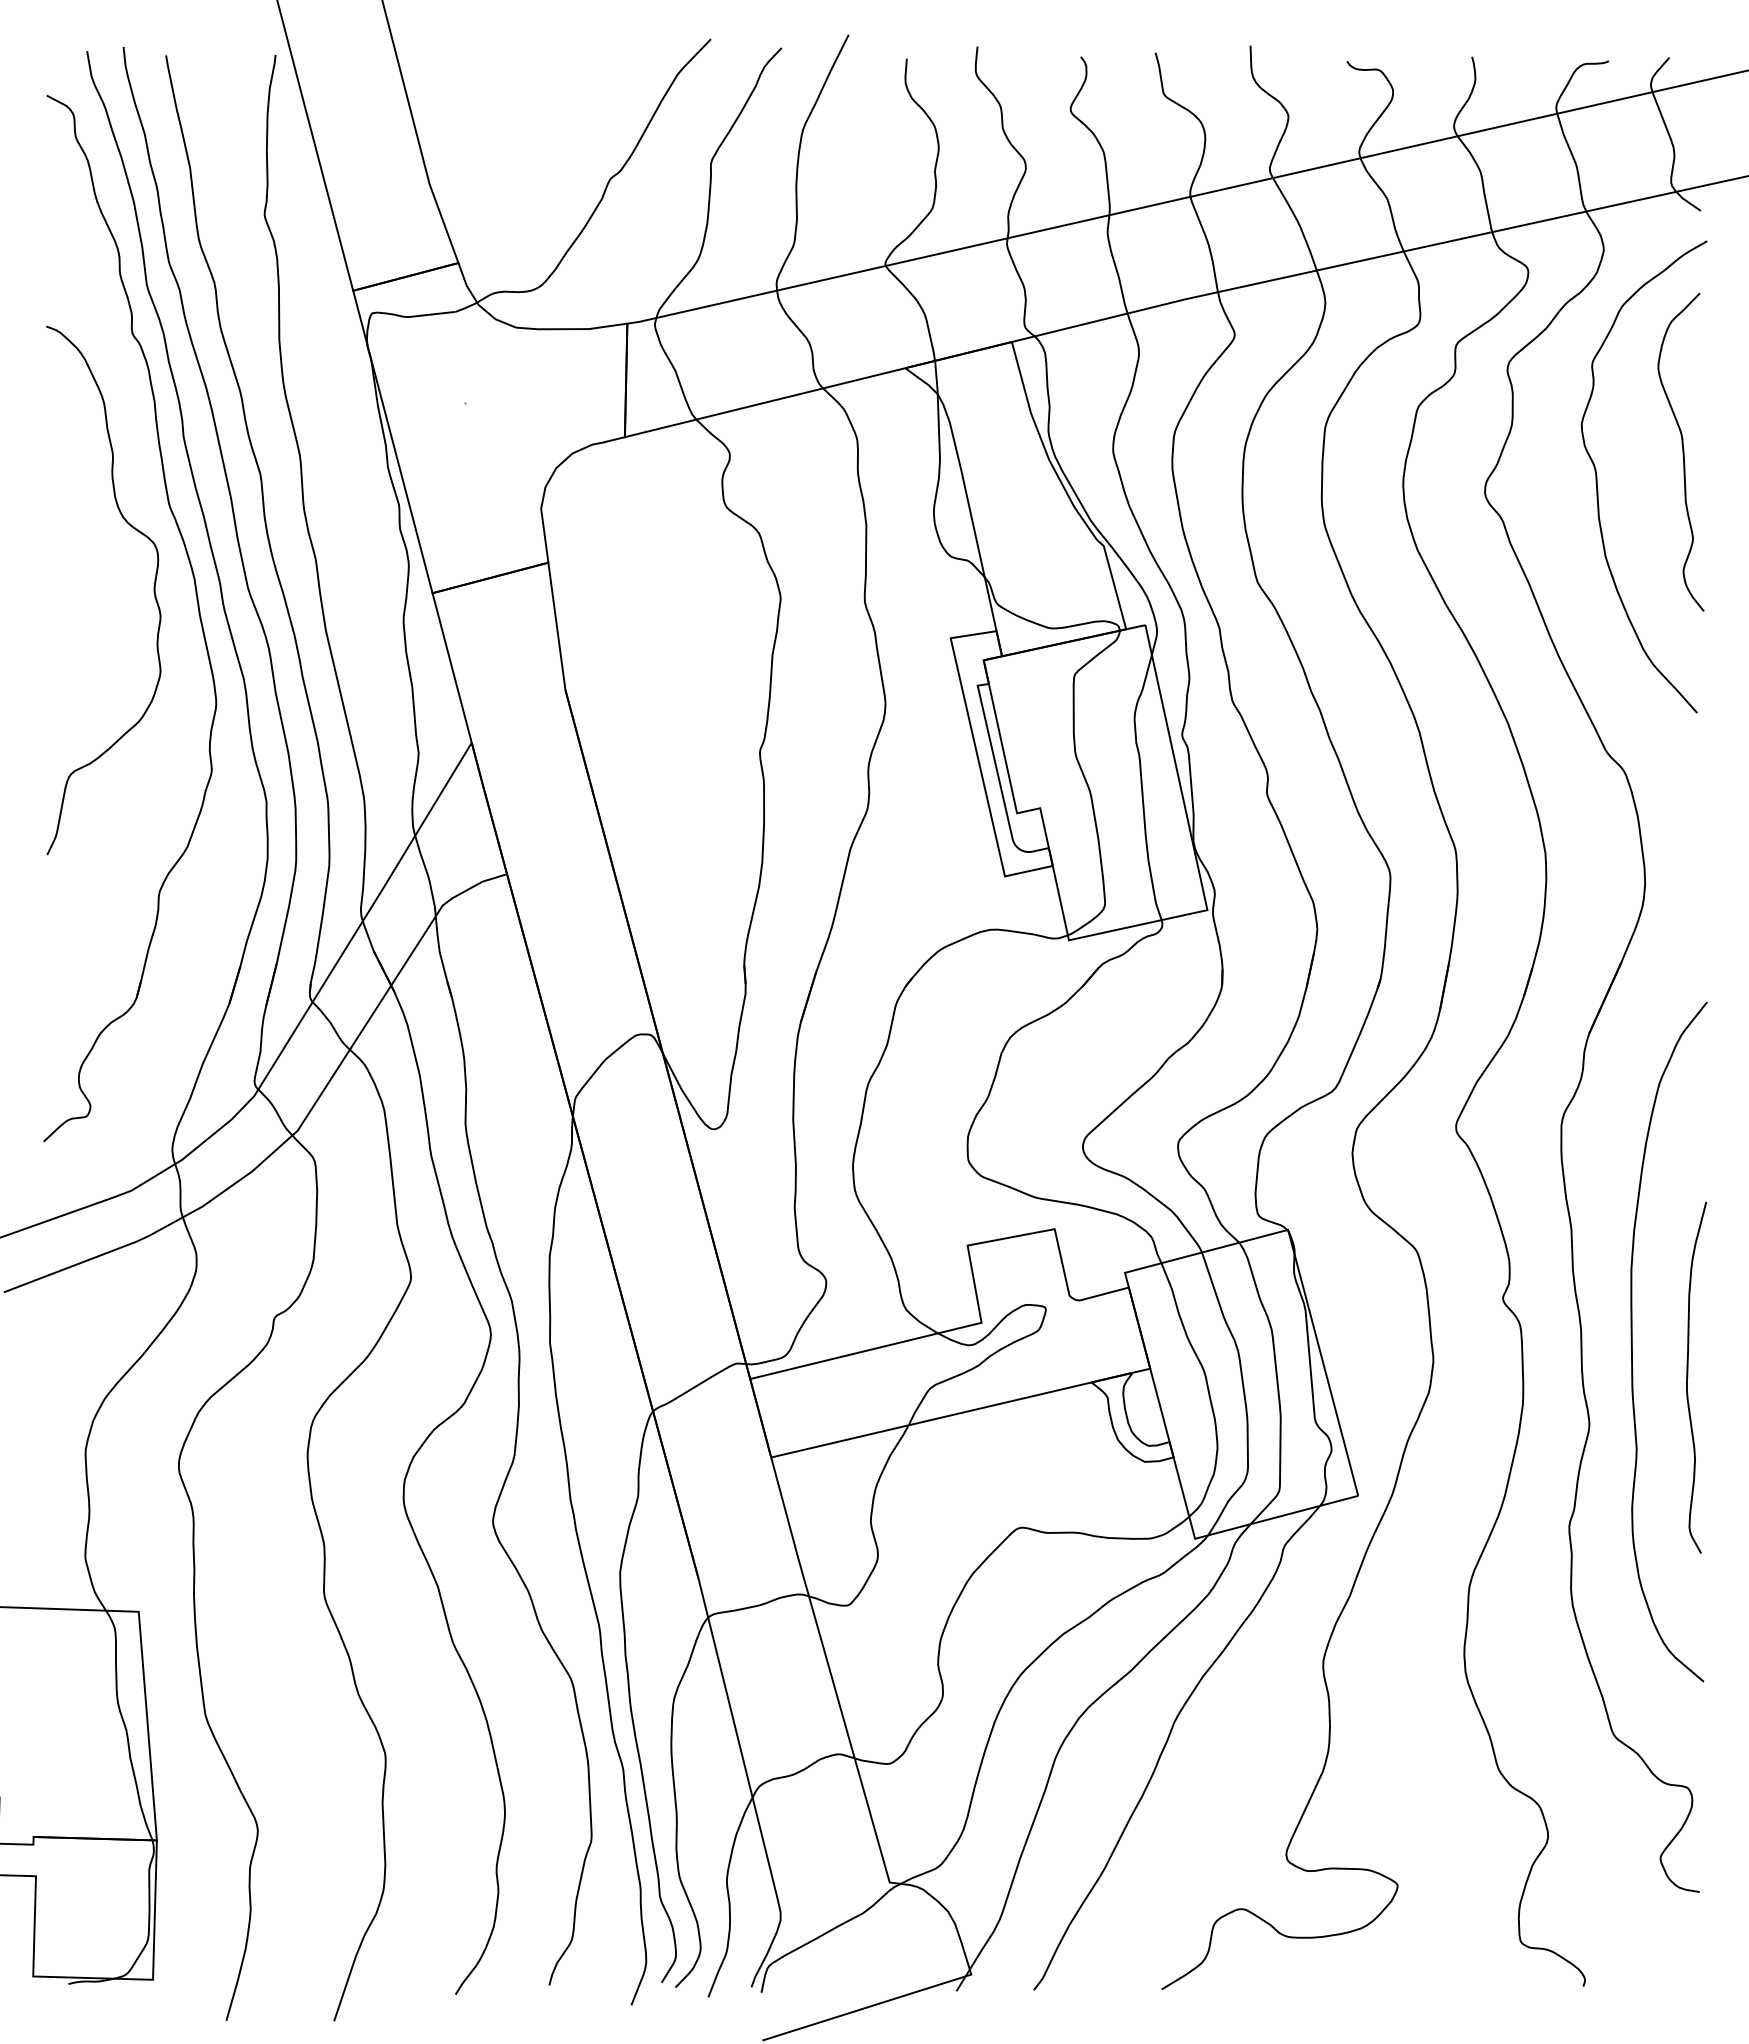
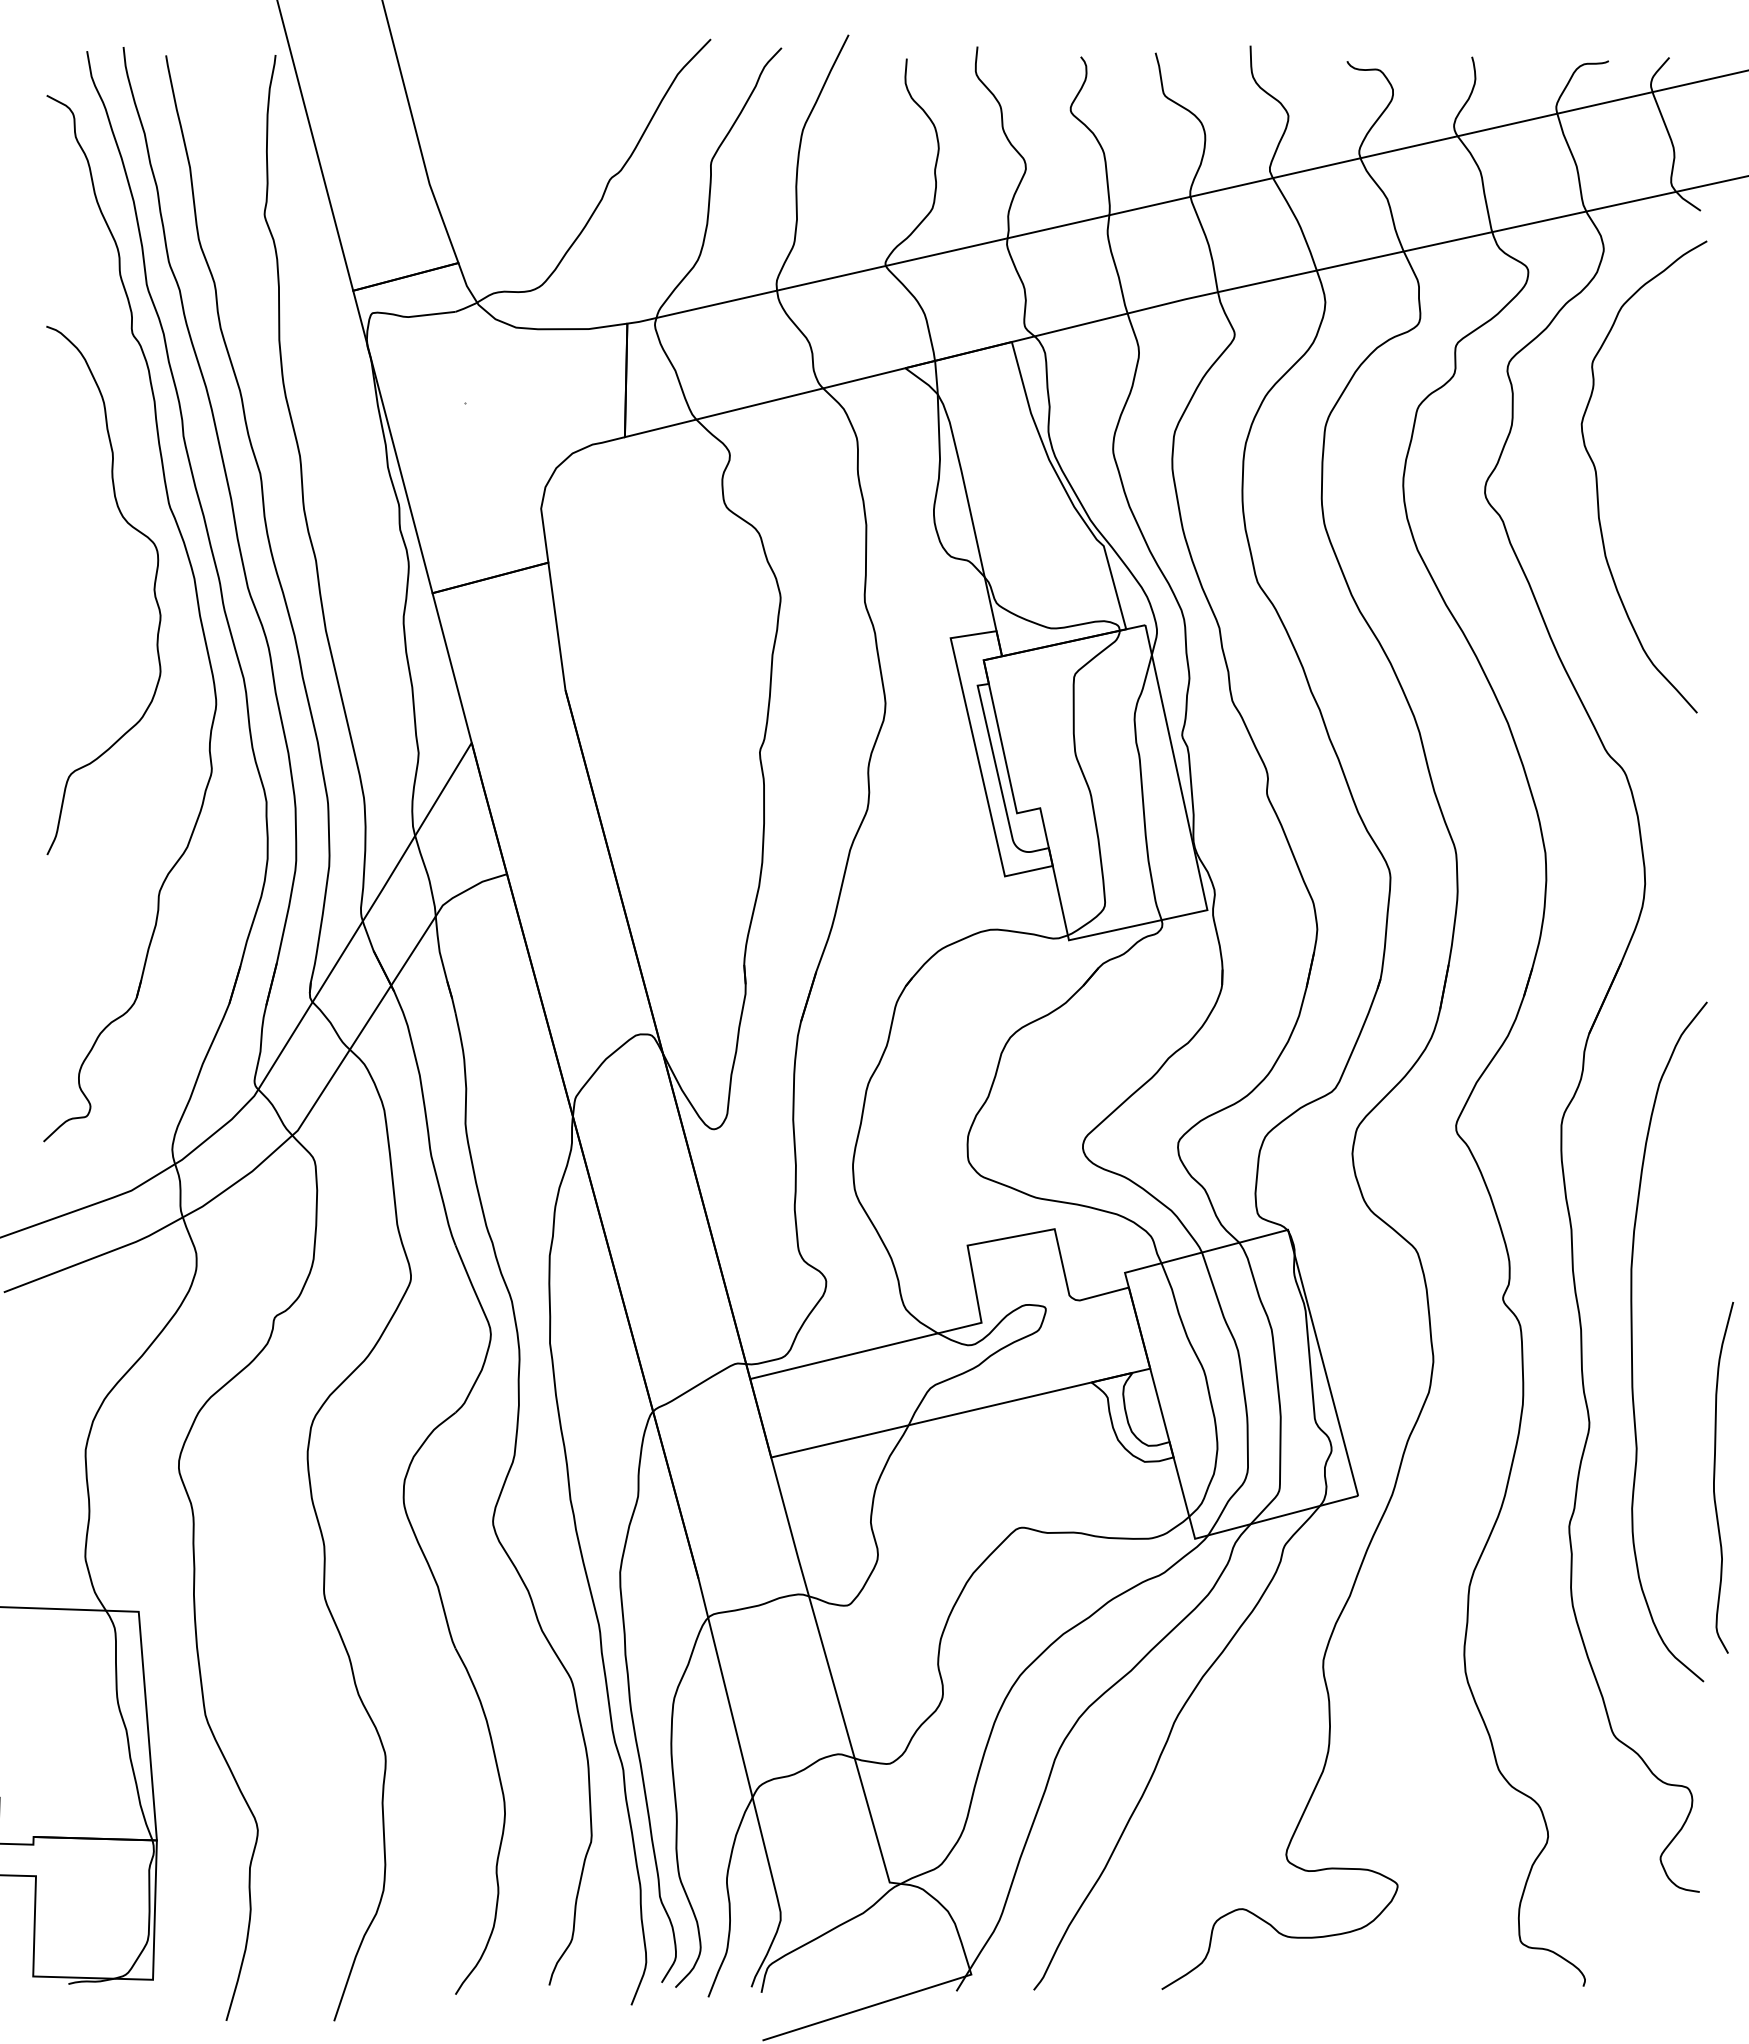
curve at (1682, 451): present -> none
curve at (1688, 1376) position: (1688, 1376) -> (1715, 1476)
